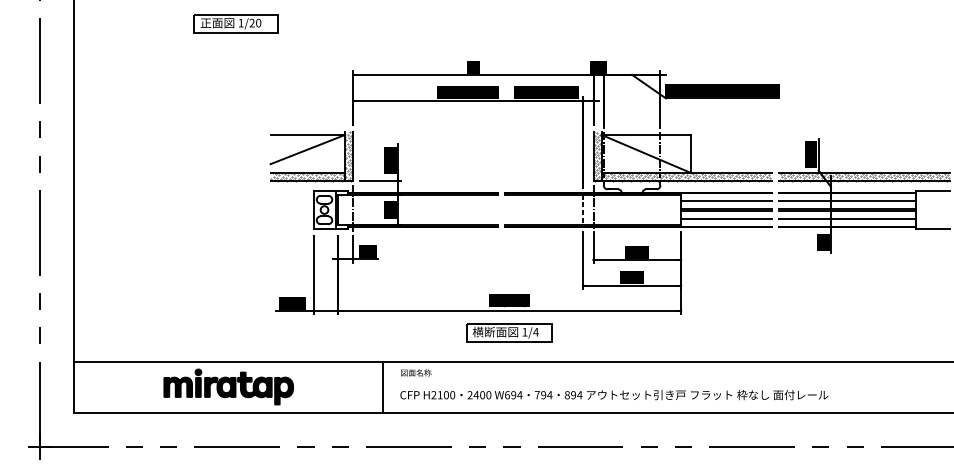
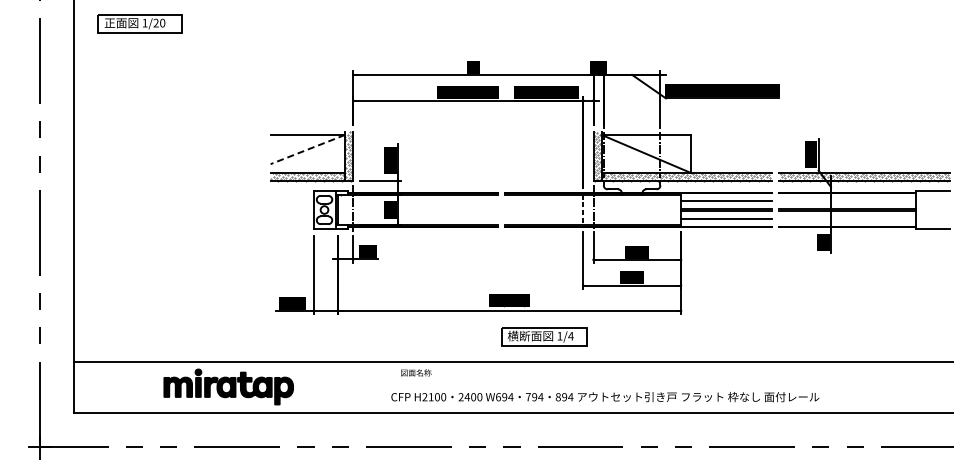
part at (235, 23) position: (235, 23) -> (139, 23)
line at (307, 149): solid -> dashed
line at (847, 201): present -> none
line at (847, 218): present -> none
part at (509, 332) position: (509, 332) -> (544, 336)
line at (383, 387): present -> none
text at (614, 395) position: (614, 395) -> (605, 397)
